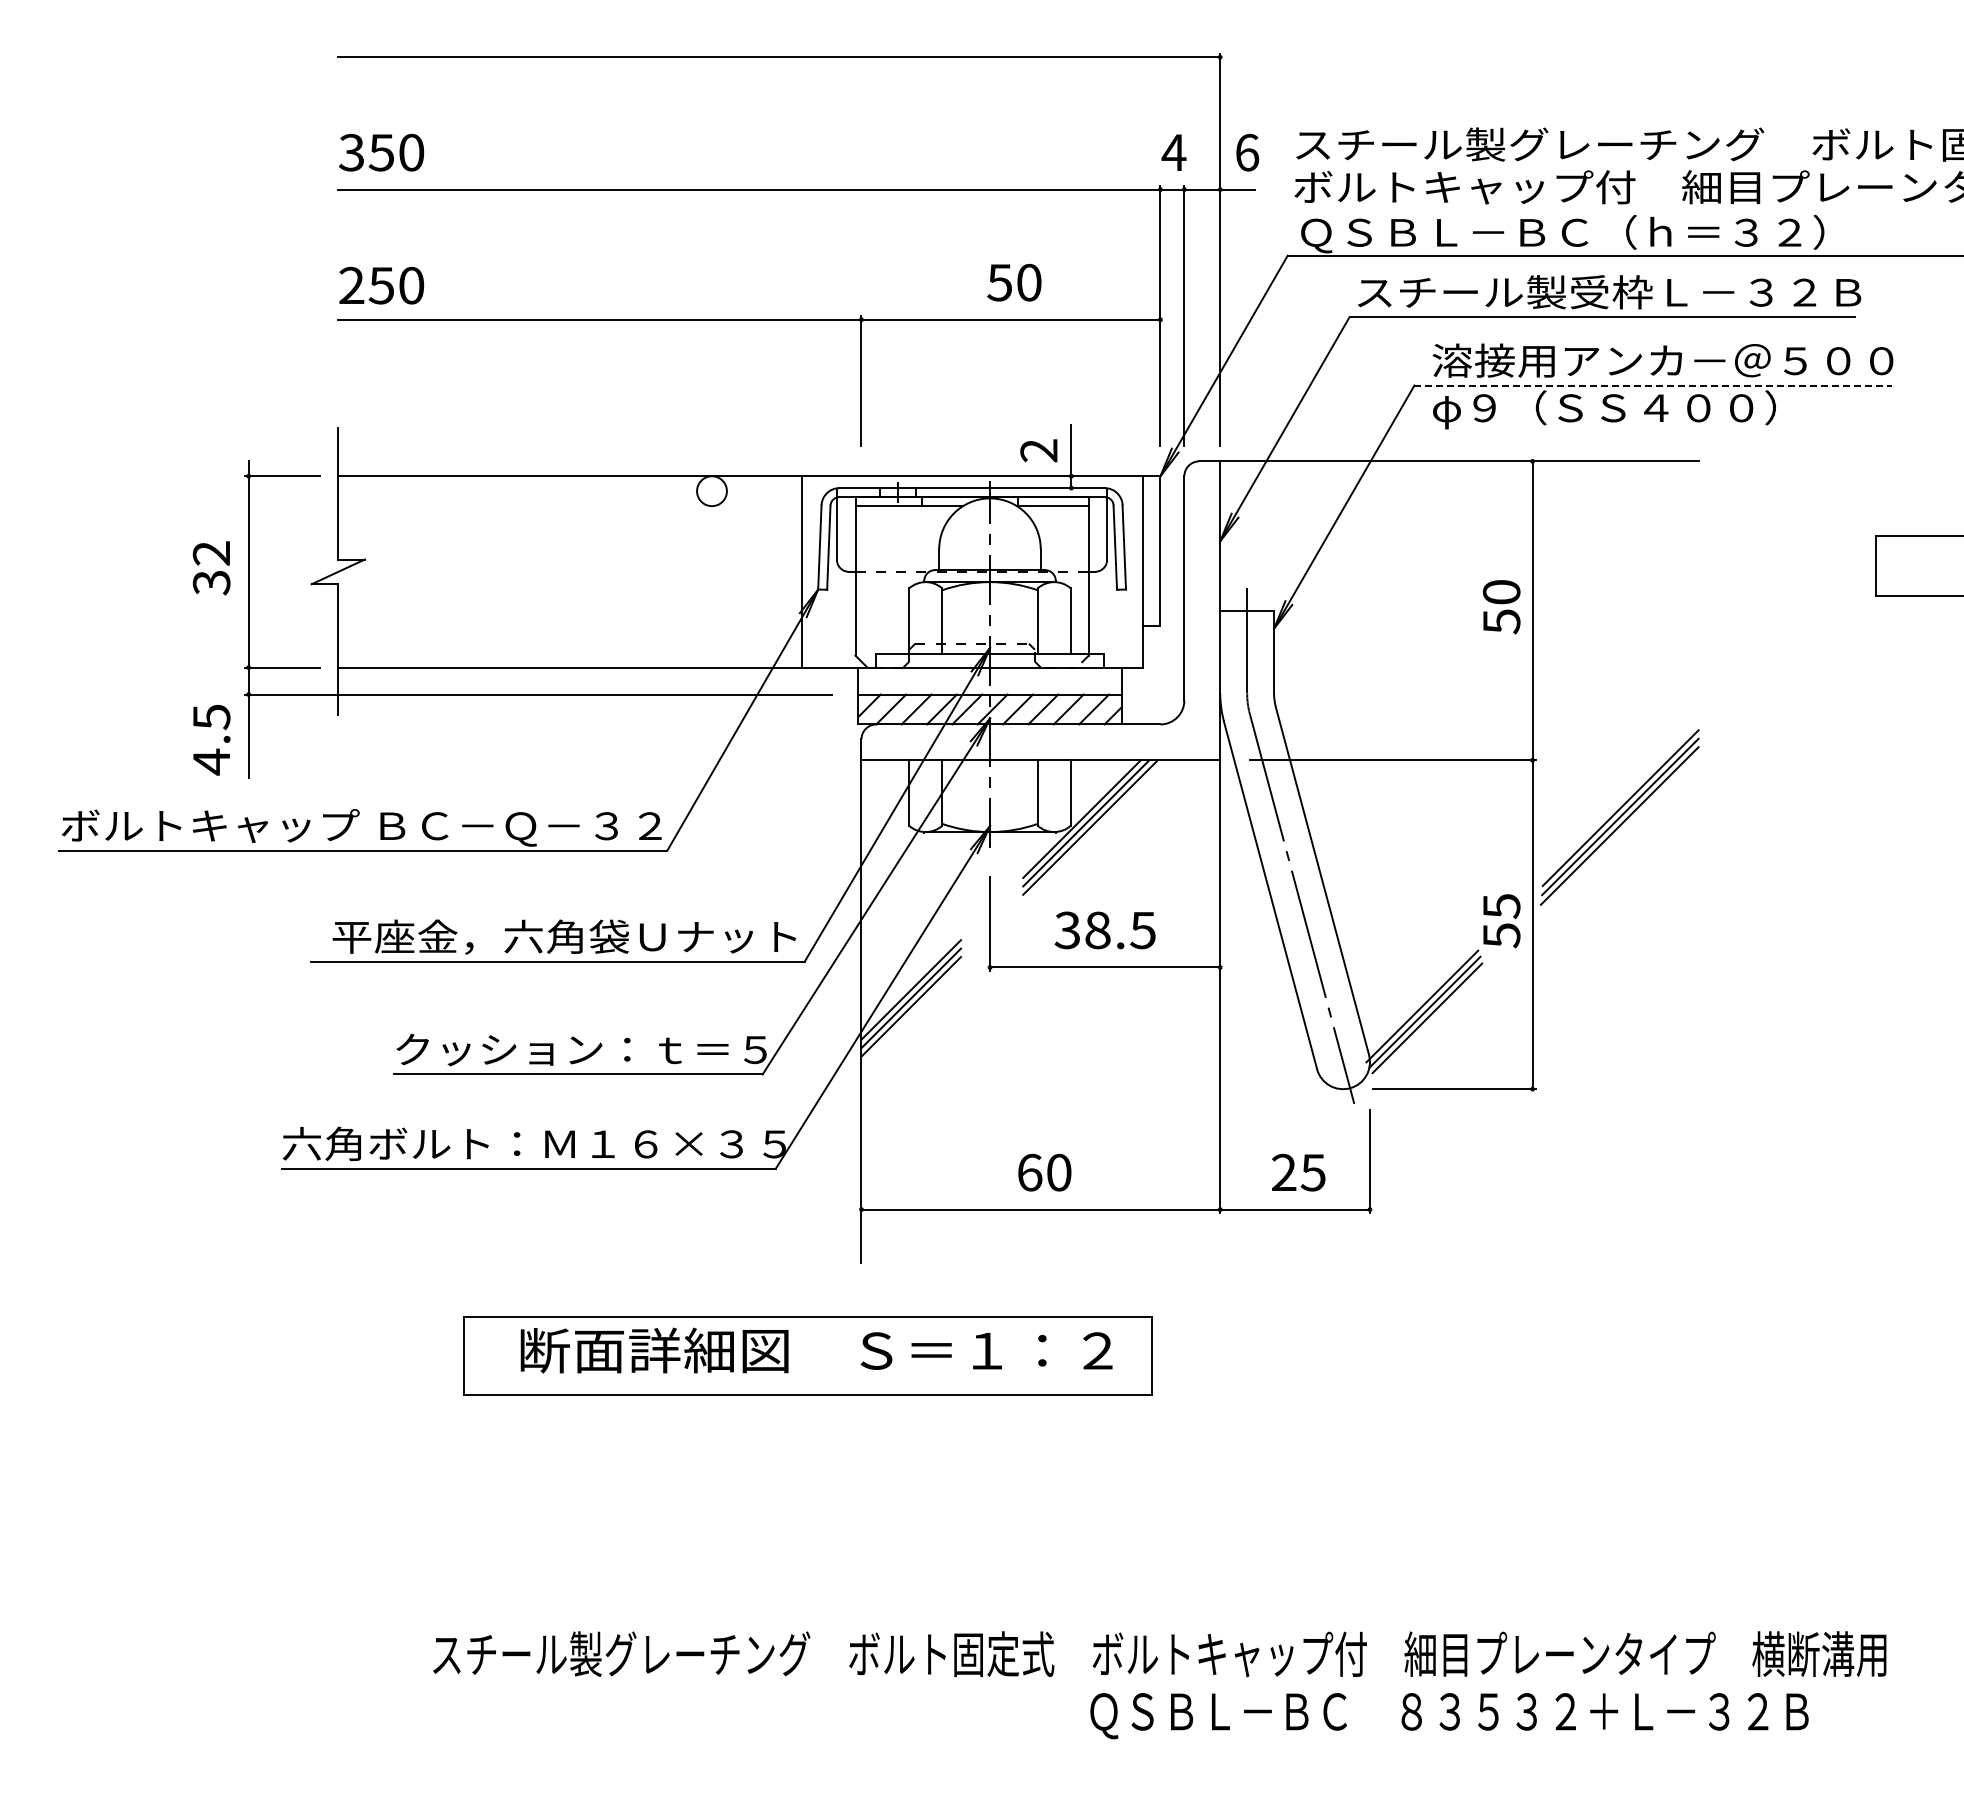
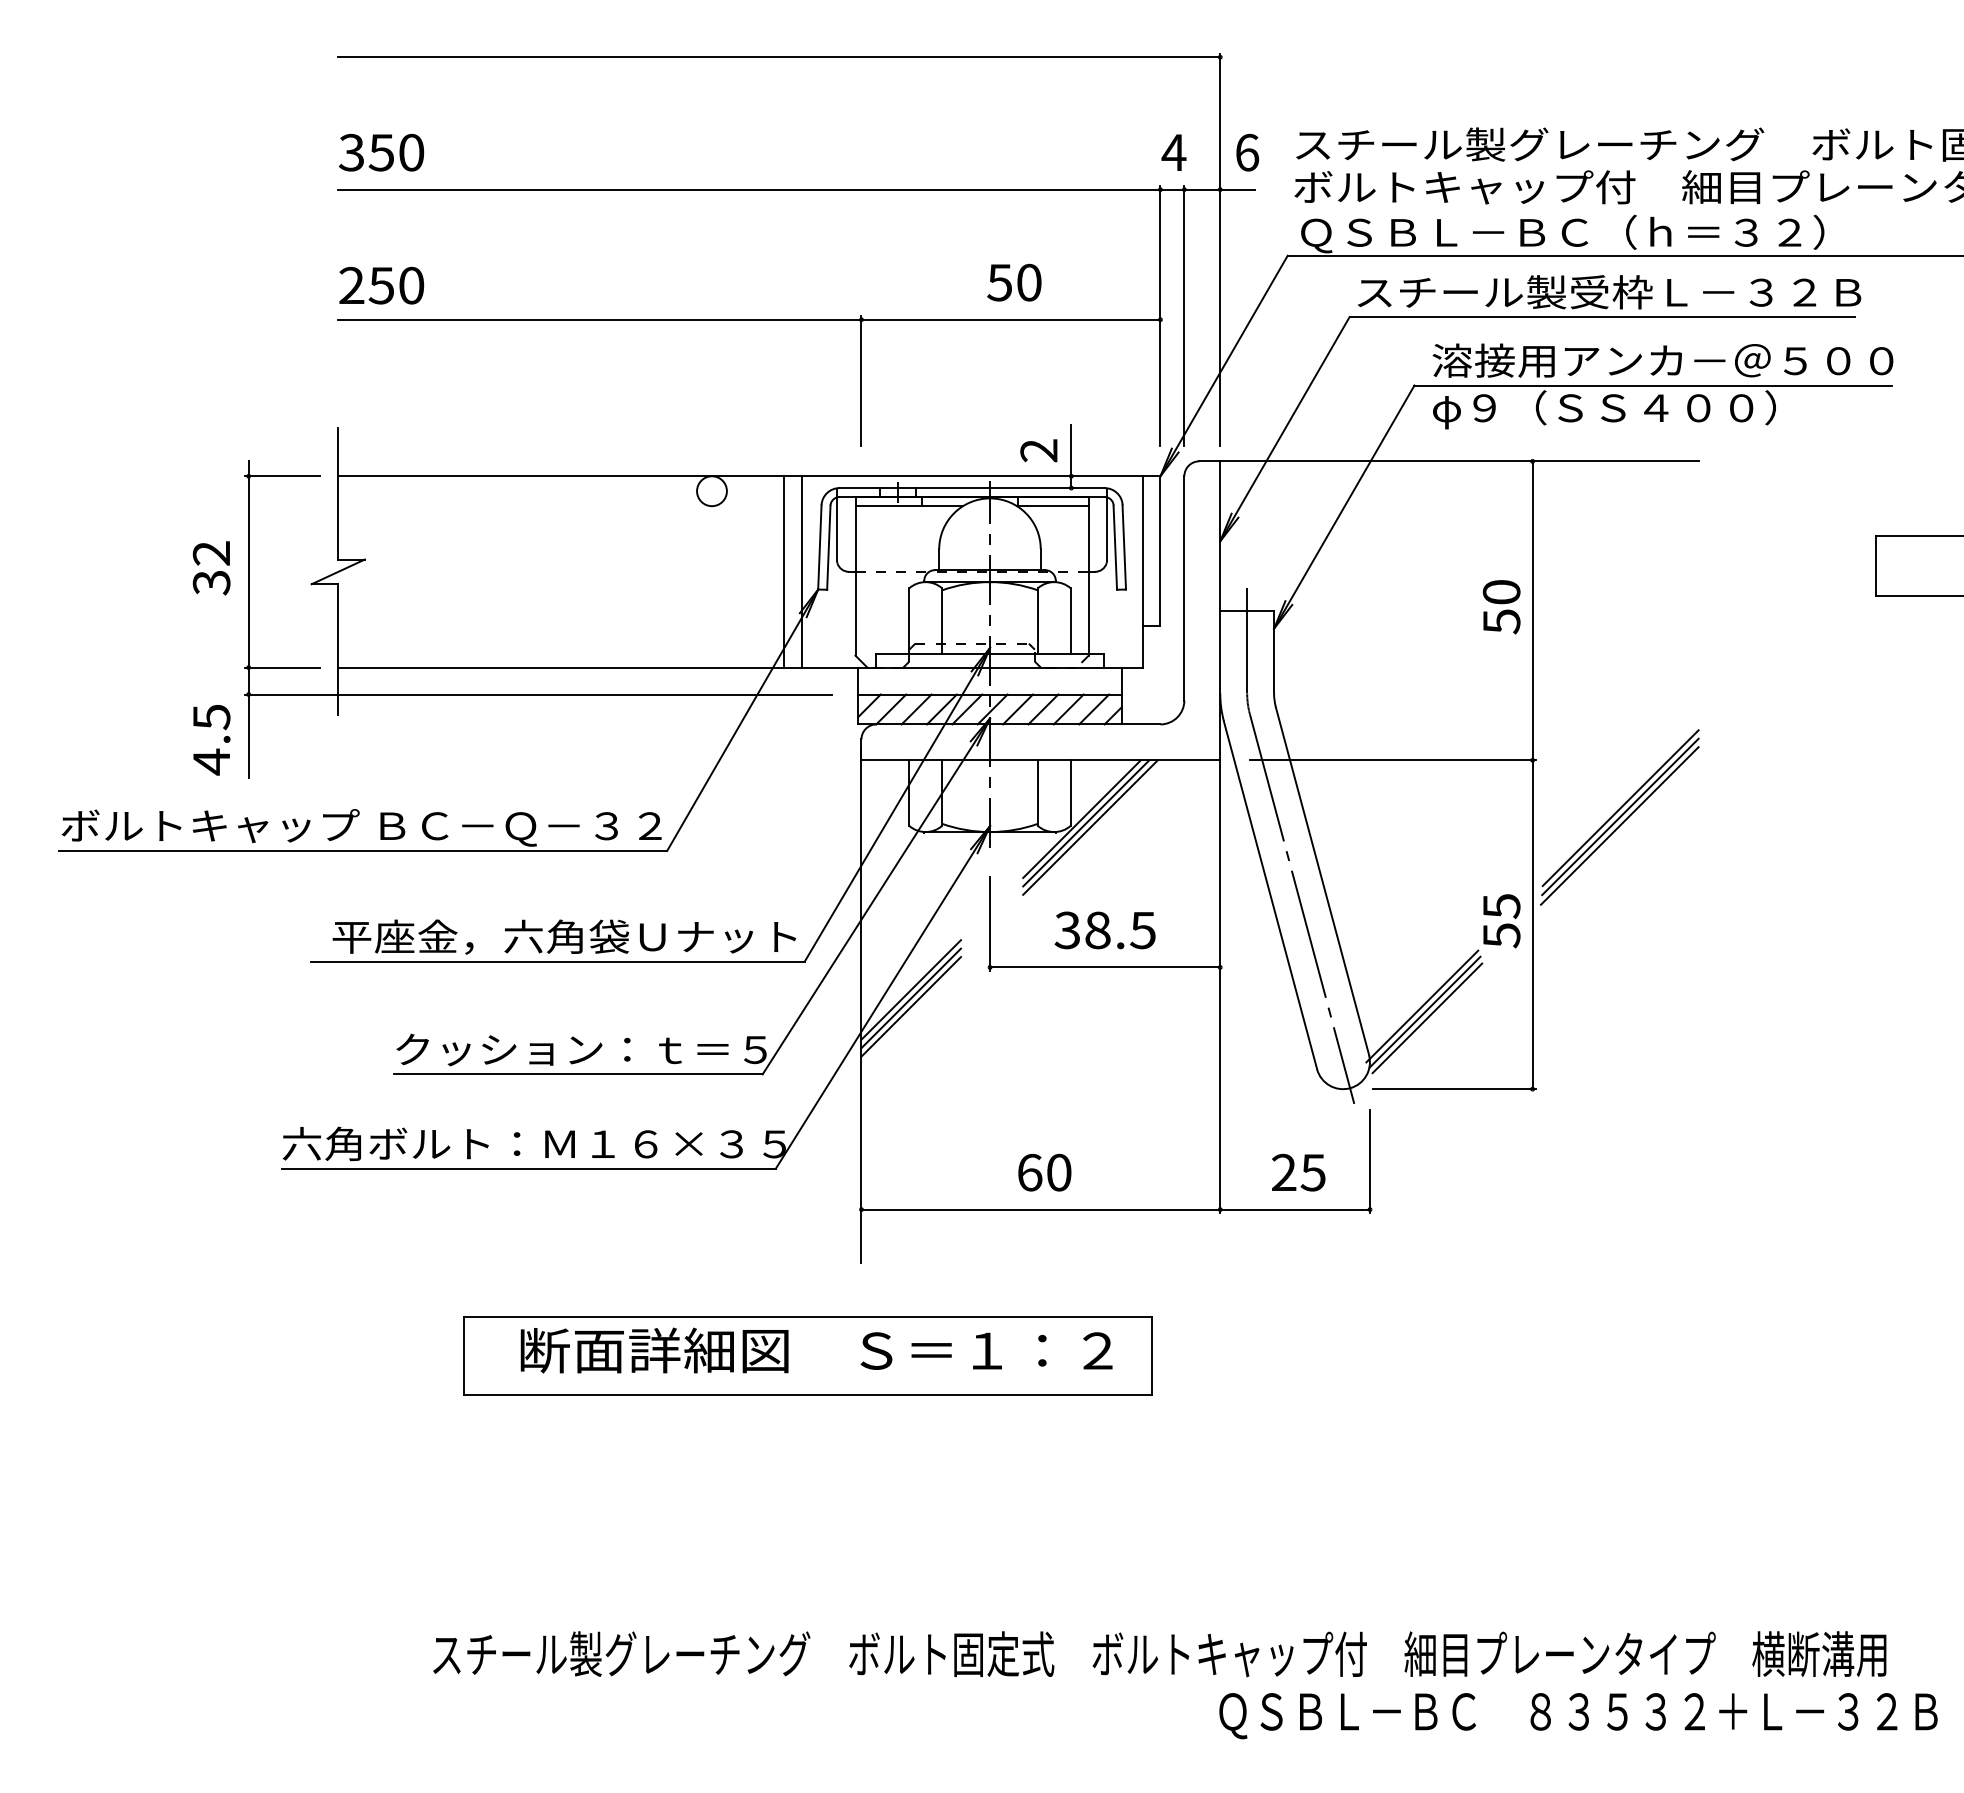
line at (1653, 385): dashed -> solid
line at (783, 571): none -> present
text at (1449, 1716) position: (1449, 1716) -> (1578, 1716)
